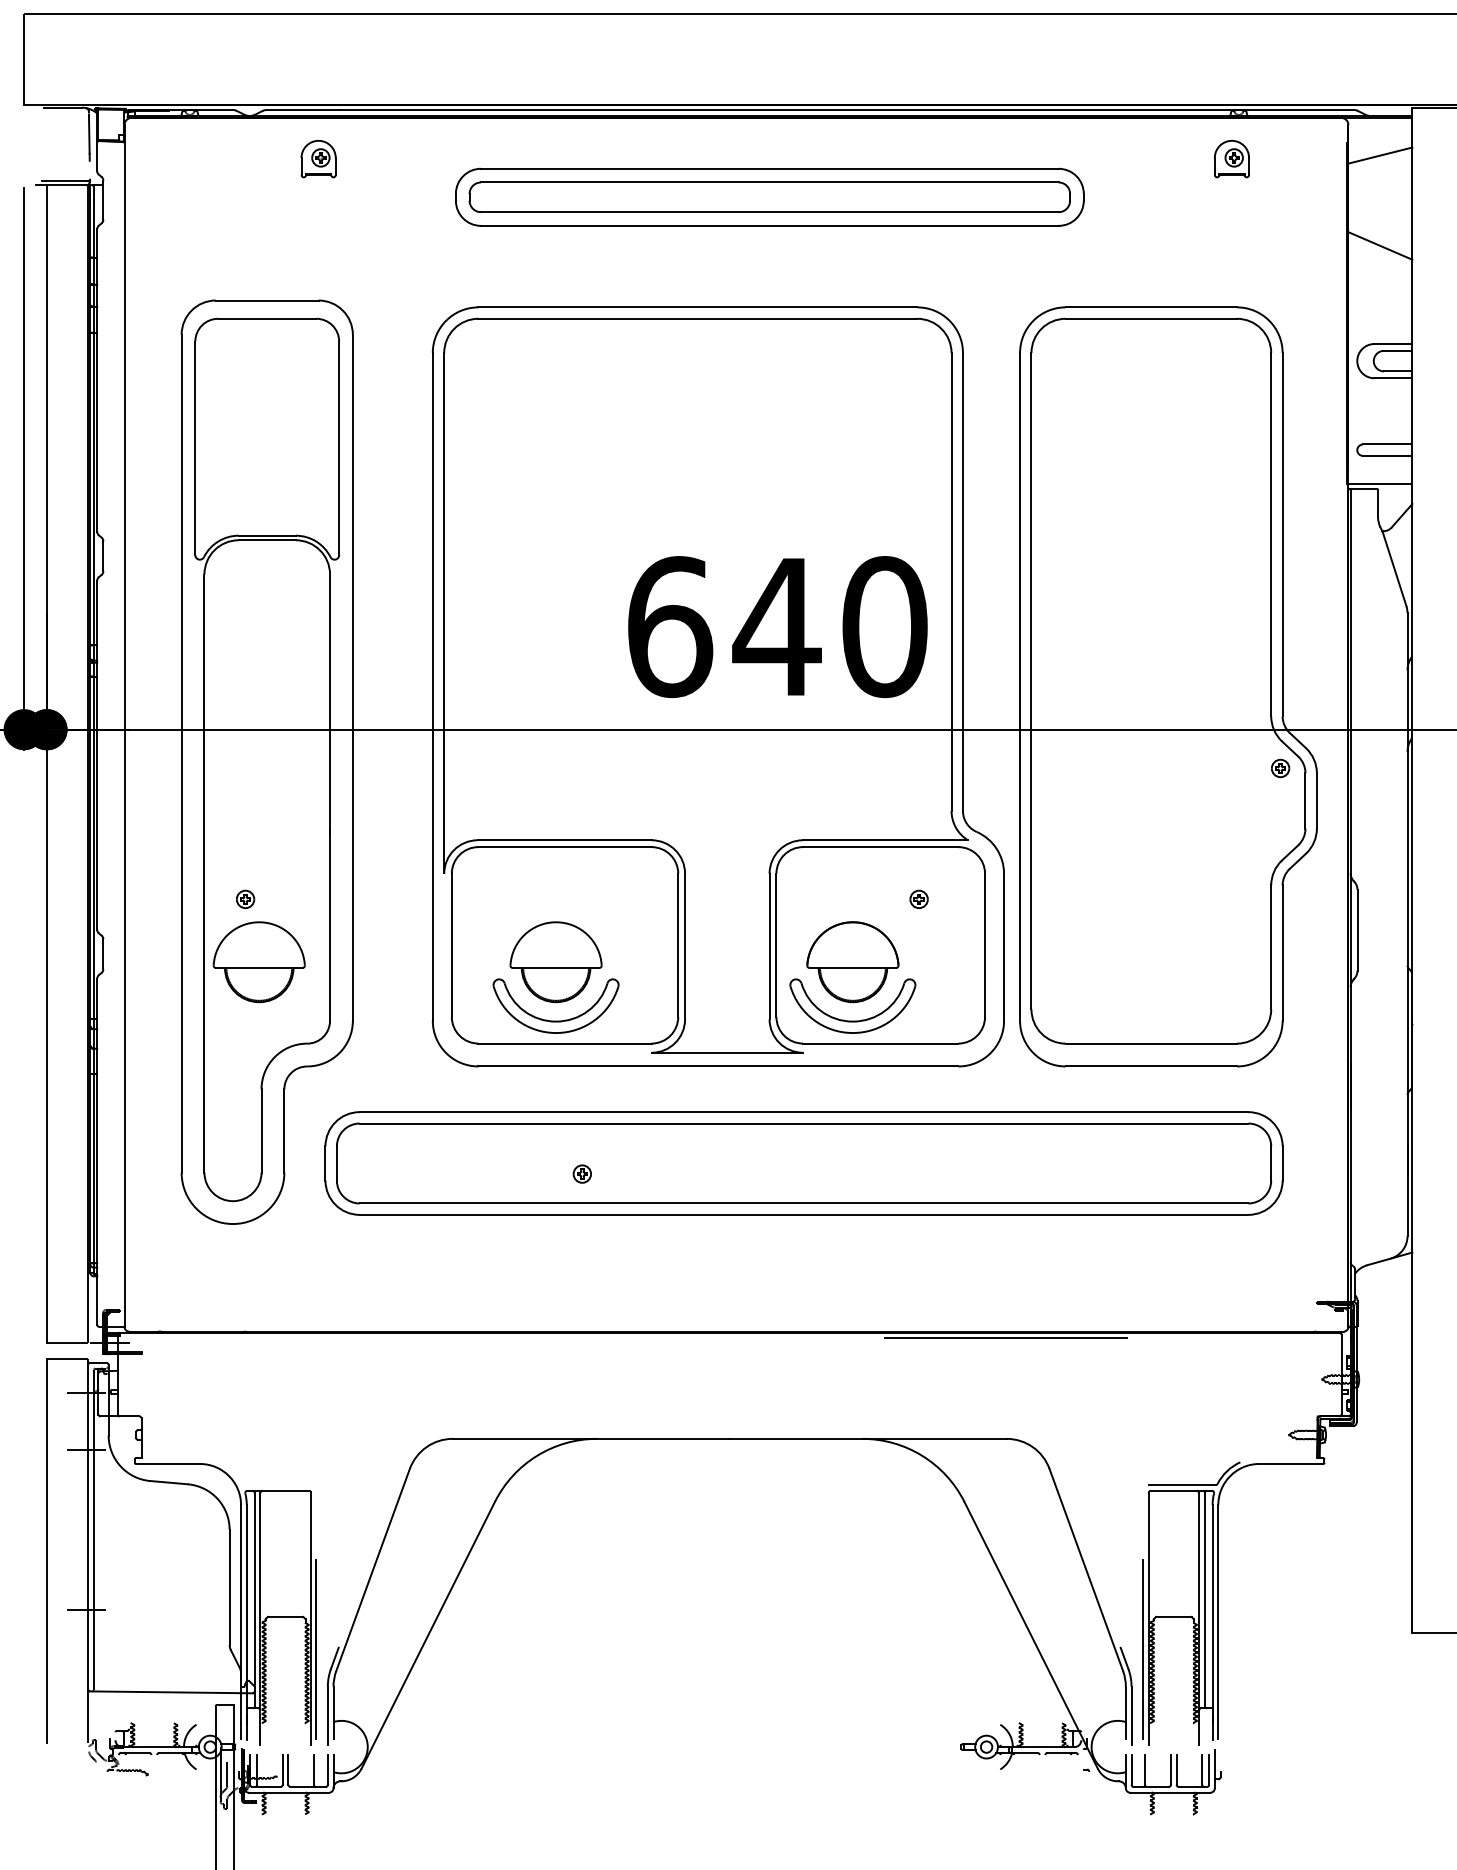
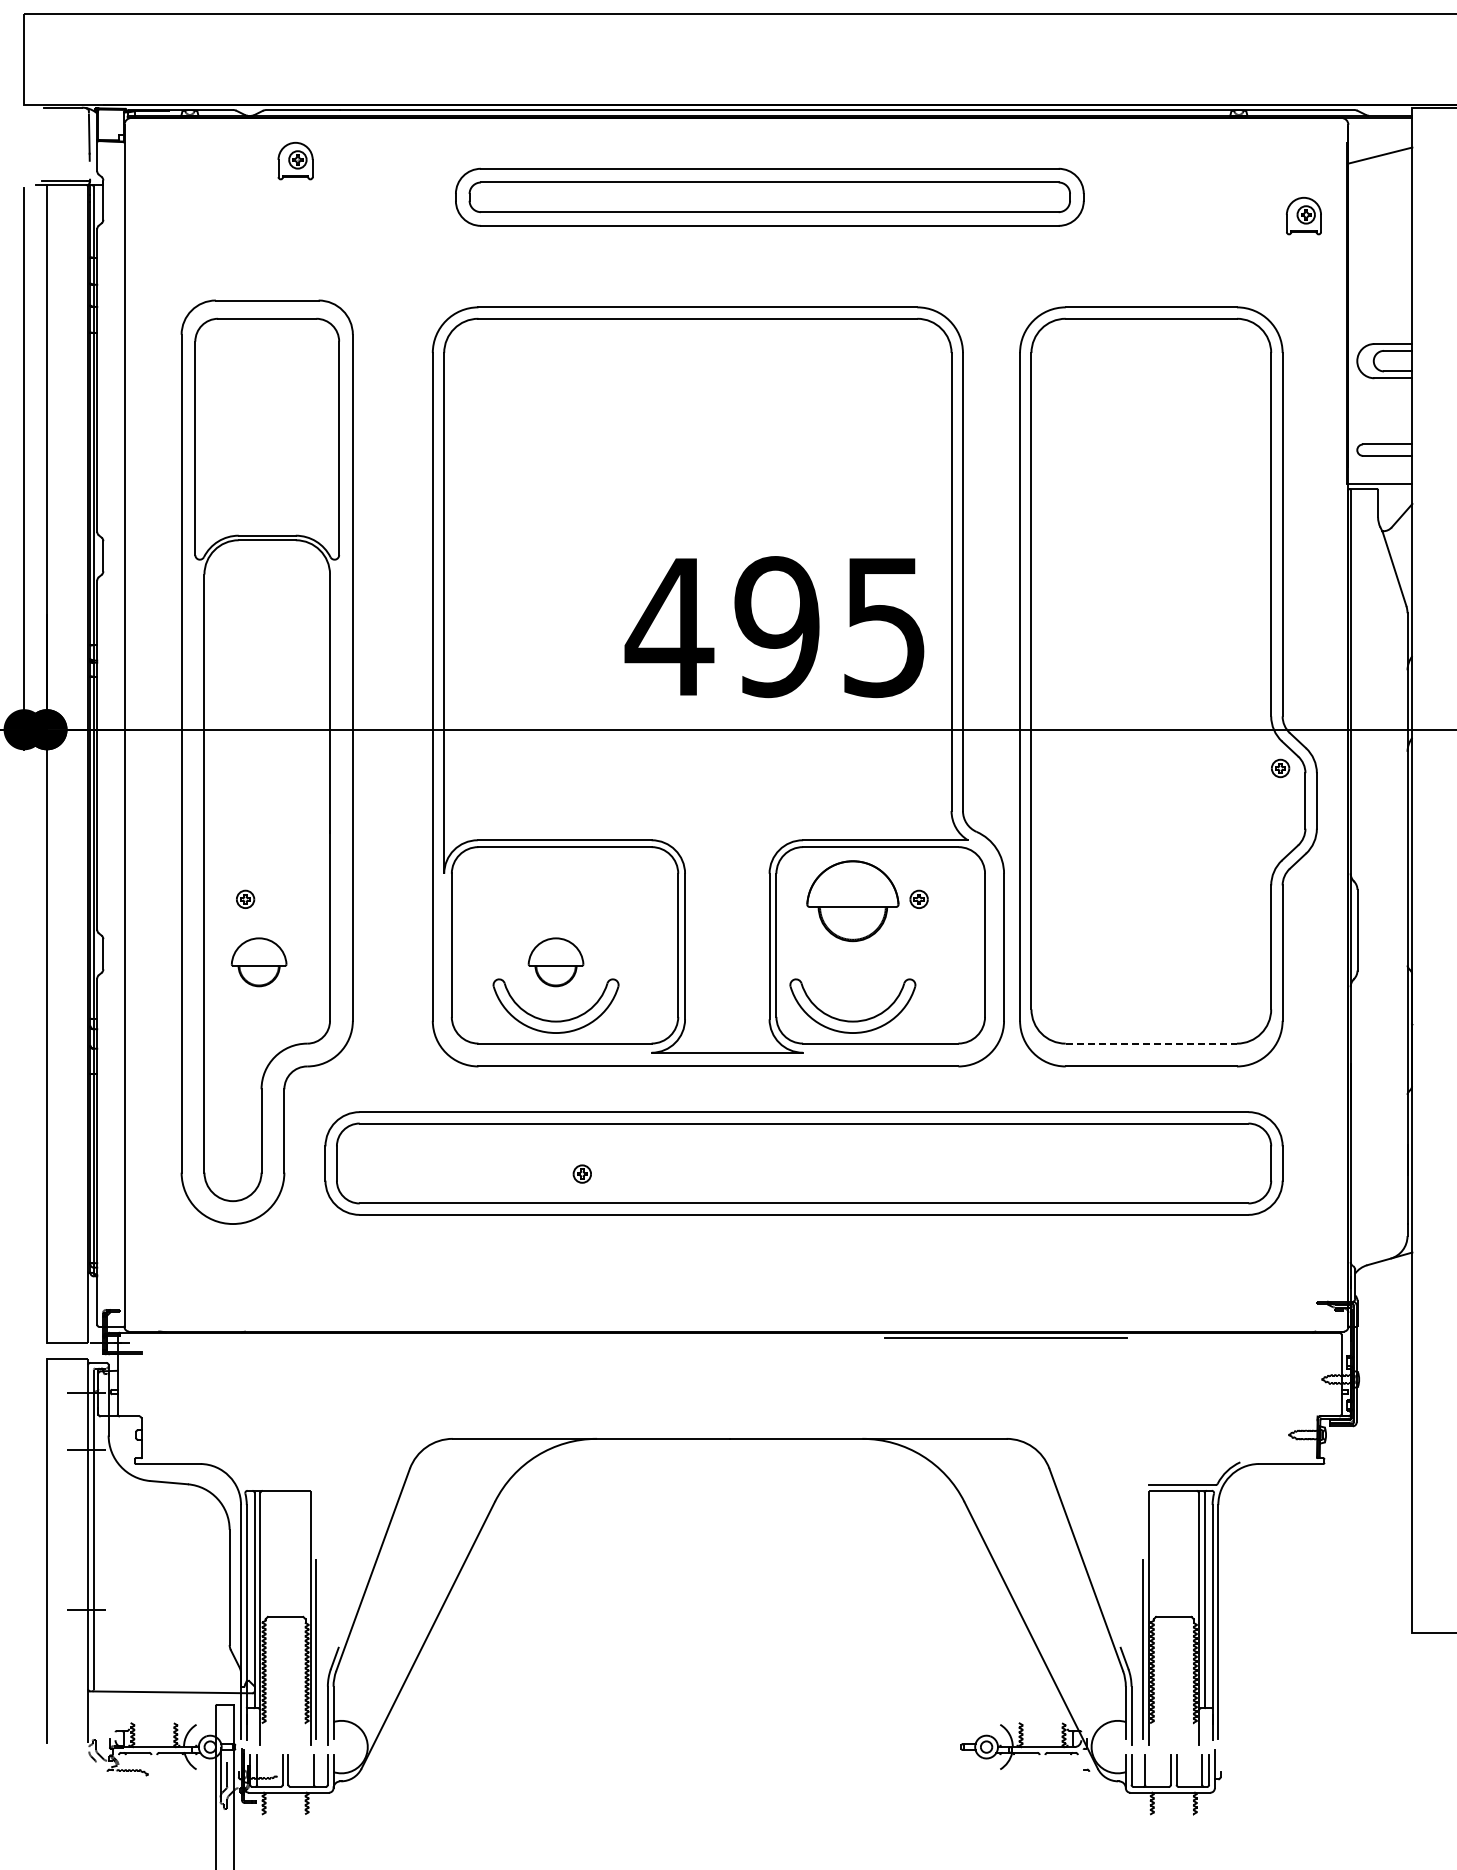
part at (318, 158) position: (318, 158) -> (295, 160)
part at (1231, 158) position: (1231, 158) -> (1303, 215)
line at (1380, 245): present -> none
text at (775, 627): 640 -> 495
part at (258, 962) size: 94x83 px -> 58x51 px
part at (555, 962) size: 94x83 px -> 58x51 px
part at (852, 962) position: (852, 962) -> (852, 901)
line at (1151, 1043): solid -> dashed
